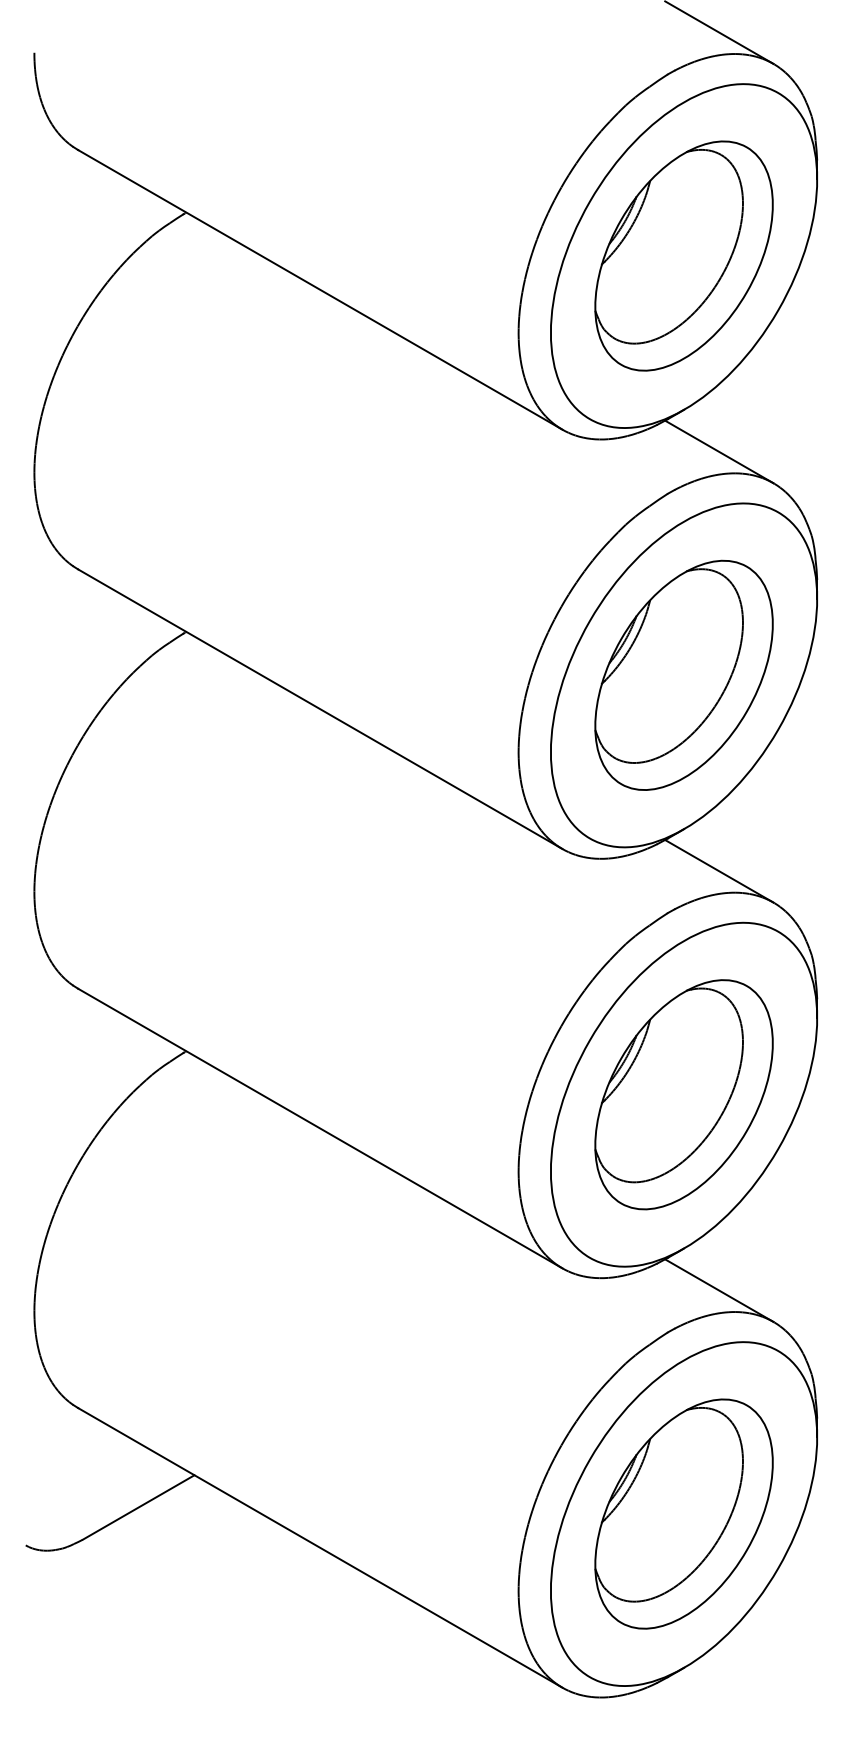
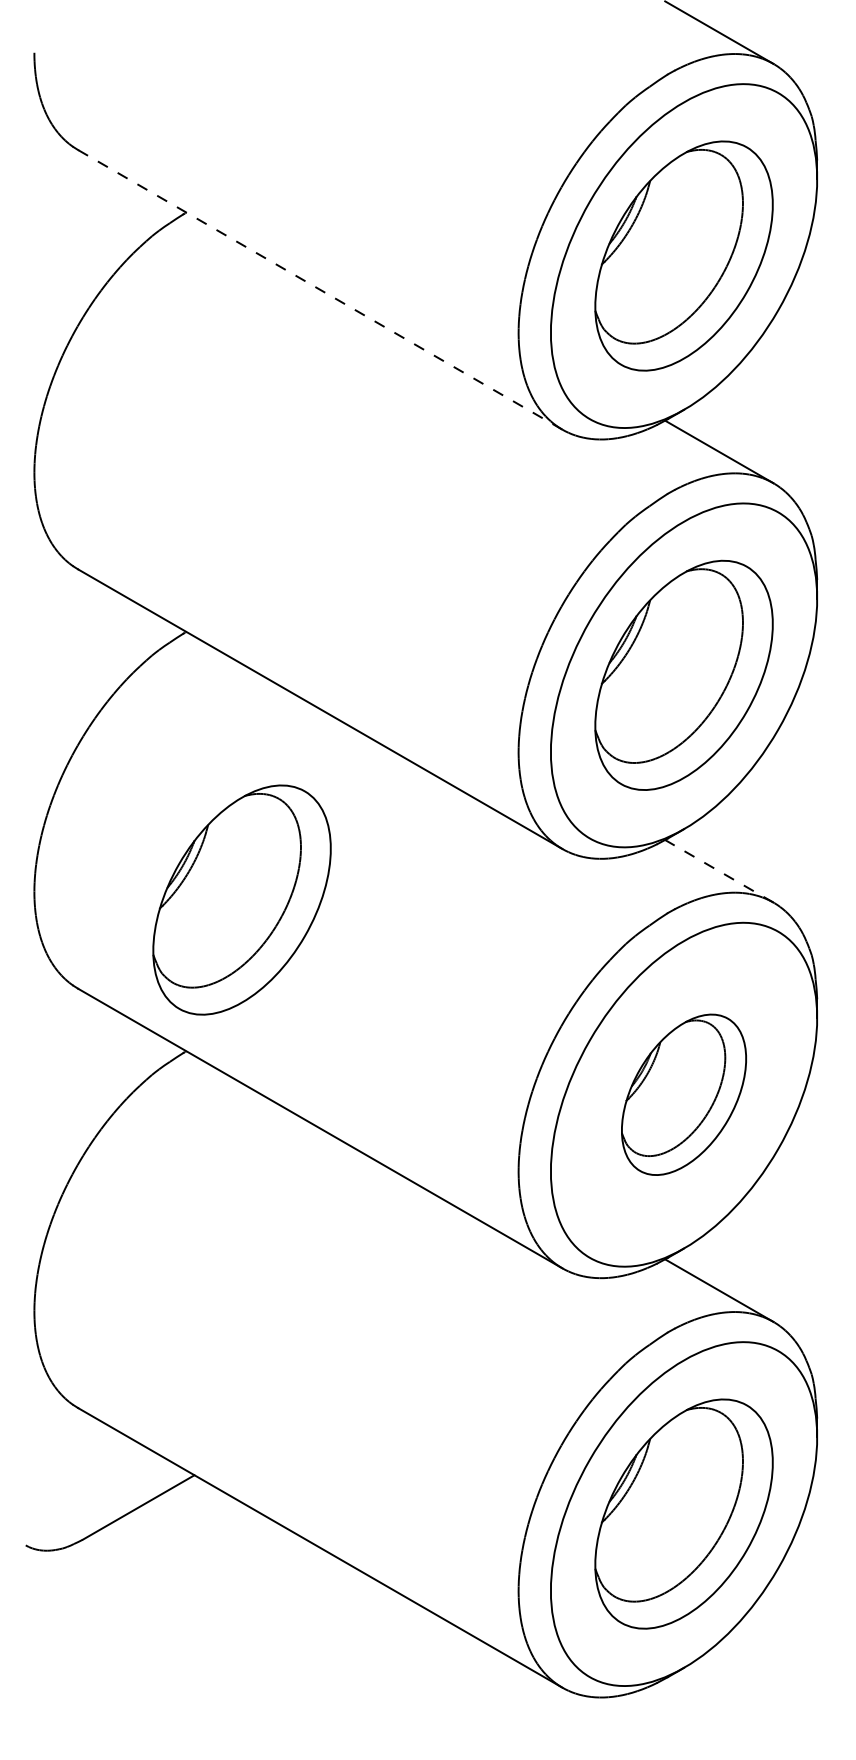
line at (320, 289): solid -> dashed
line at (719, 871): solid -> dashed
part at (241, 899): none -> present
part at (683, 1094) size: 180x232 px -> 126x163 px
